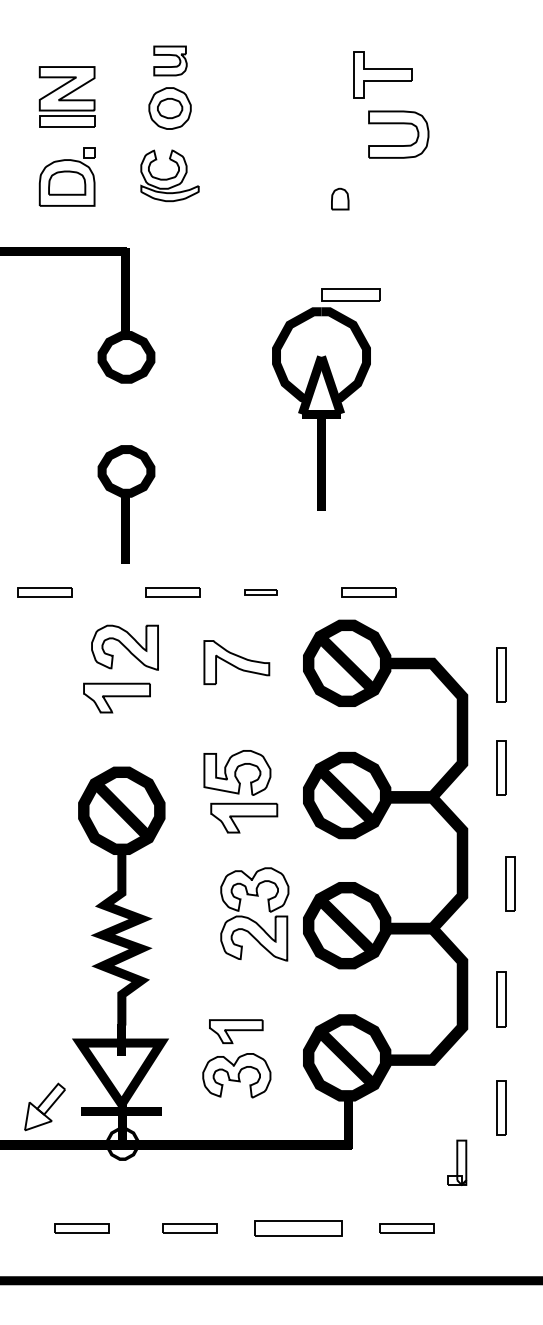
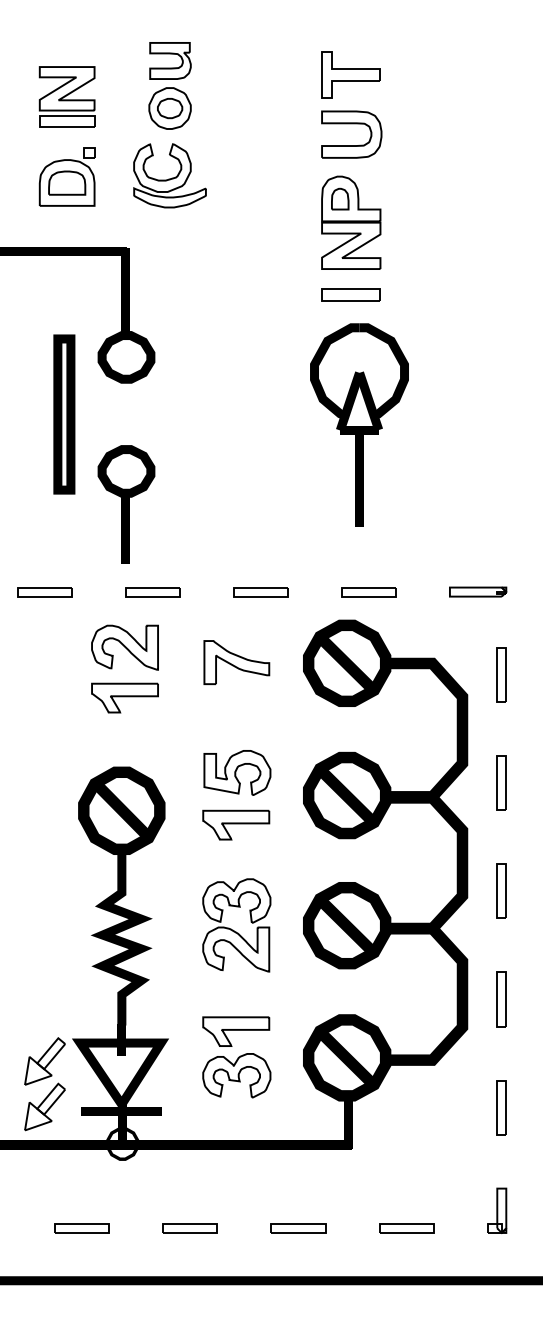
part at (170, 60) size: 35x32 px -> 43x38 px
part at (382, 74) position: (382, 74) -> (350, 74)
part at (398, 124) position: (398, 124) -> (351, 124)
part at (169, 175) size: 60x54 px -> 74x66 px
part at (351, 222): none -> present
part at (321, 408) position: (321, 408) -> (359, 424)
part at (64, 414): none -> present
part at (478, 591): none -> present
part at (172, 592) position: (172, 592) -> (152, 592)
part at (260, 592) size: 34x7 px -> 56x11 px
part at (116, 697) position: (116, 697) -> (124, 697)
part at (501, 767) position: (501, 767) -> (501, 782)
part at (244, 817) position: (244, 817) -> (236, 824)
part at (510, 883) position: (510, 883) -> (501, 890)
part at (254, 914) position: (254, 914) -> (236, 925)
part at (236, 1031) size: 55x26 px -> 69x31 px
part at (44, 1061): none -> present
part at (457, 1162) position: (457, 1162) -> (497, 1210)
part at (298, 1228) size: 89x17 px -> 57x11 px
